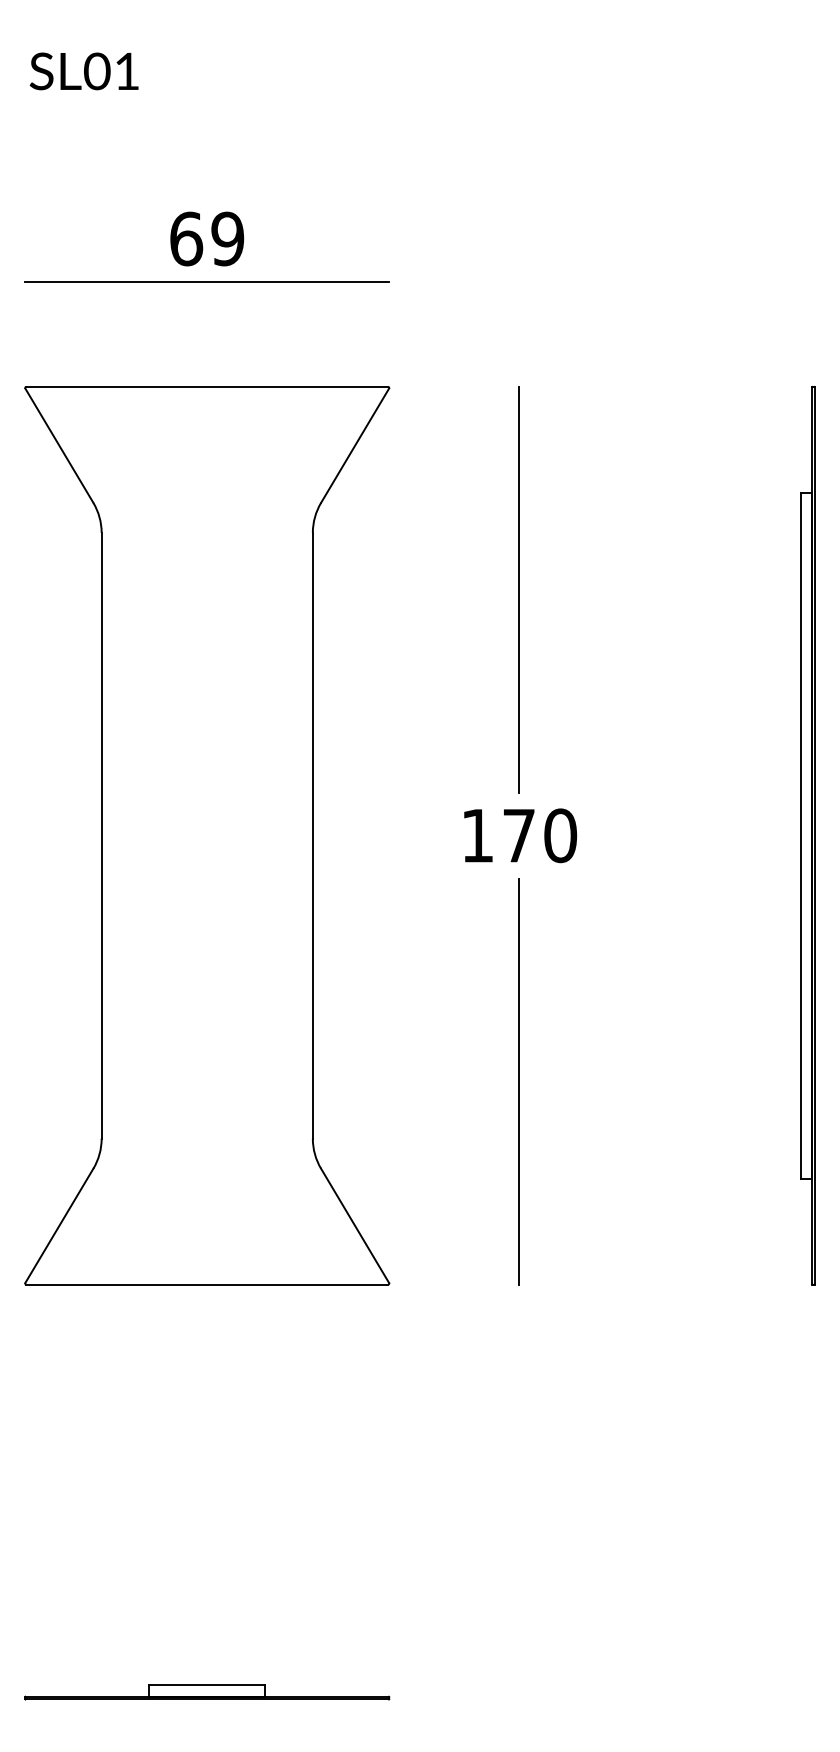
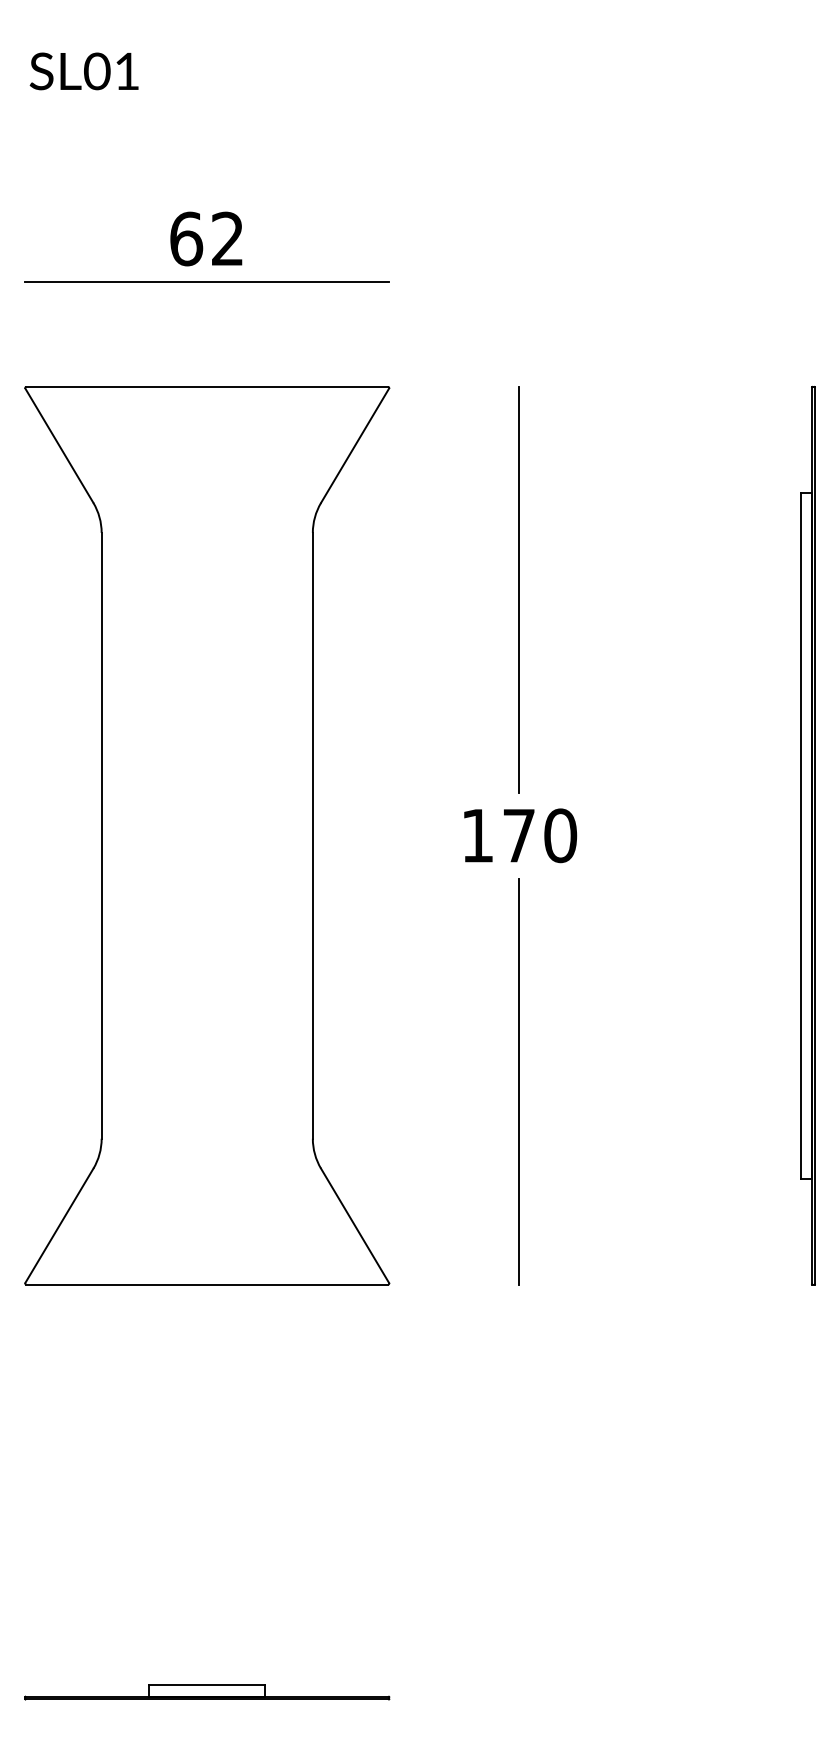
text at (227, 238): 69 -> 62
